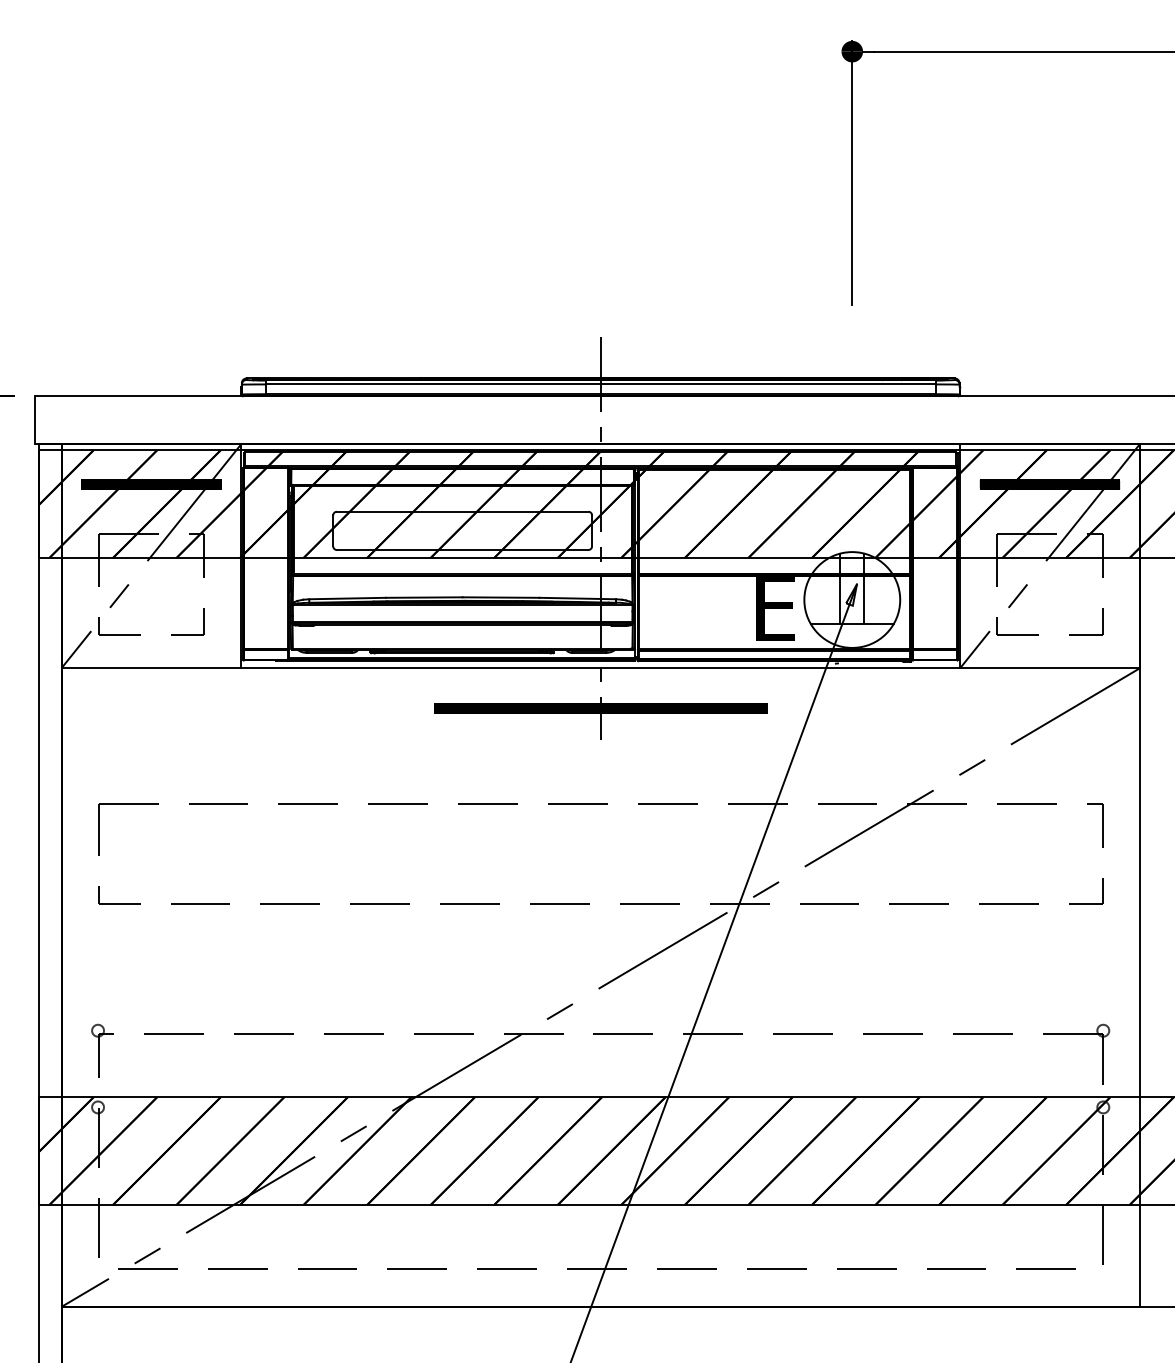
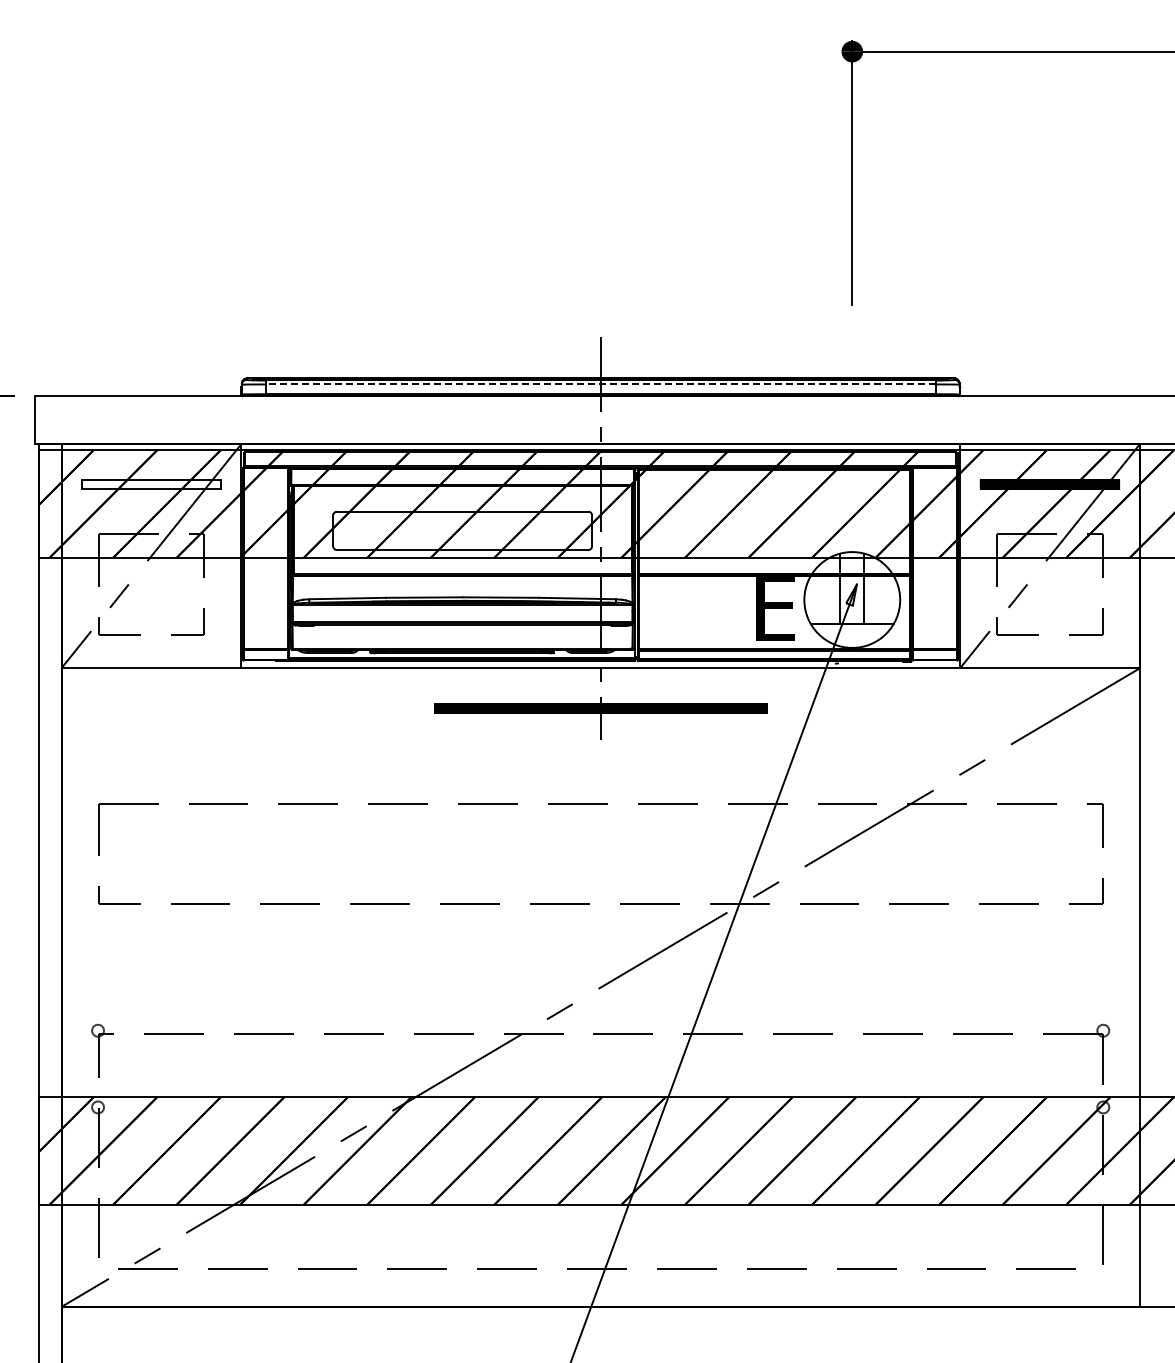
line at (600, 384): solid -> dashed
hatch at (150, 484): present -> none
